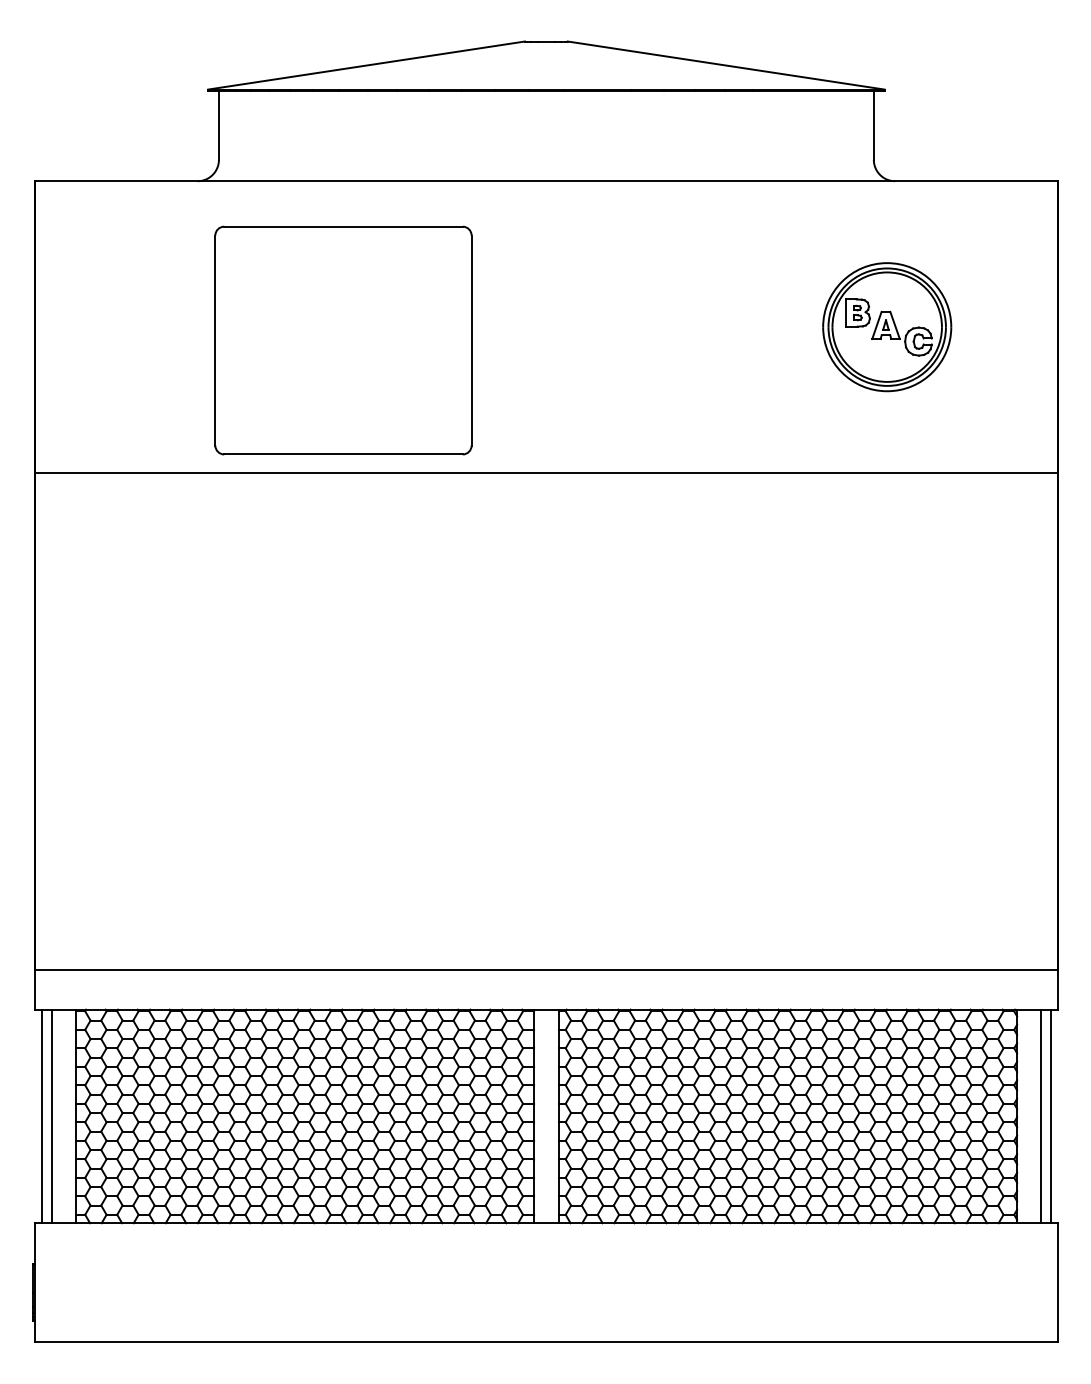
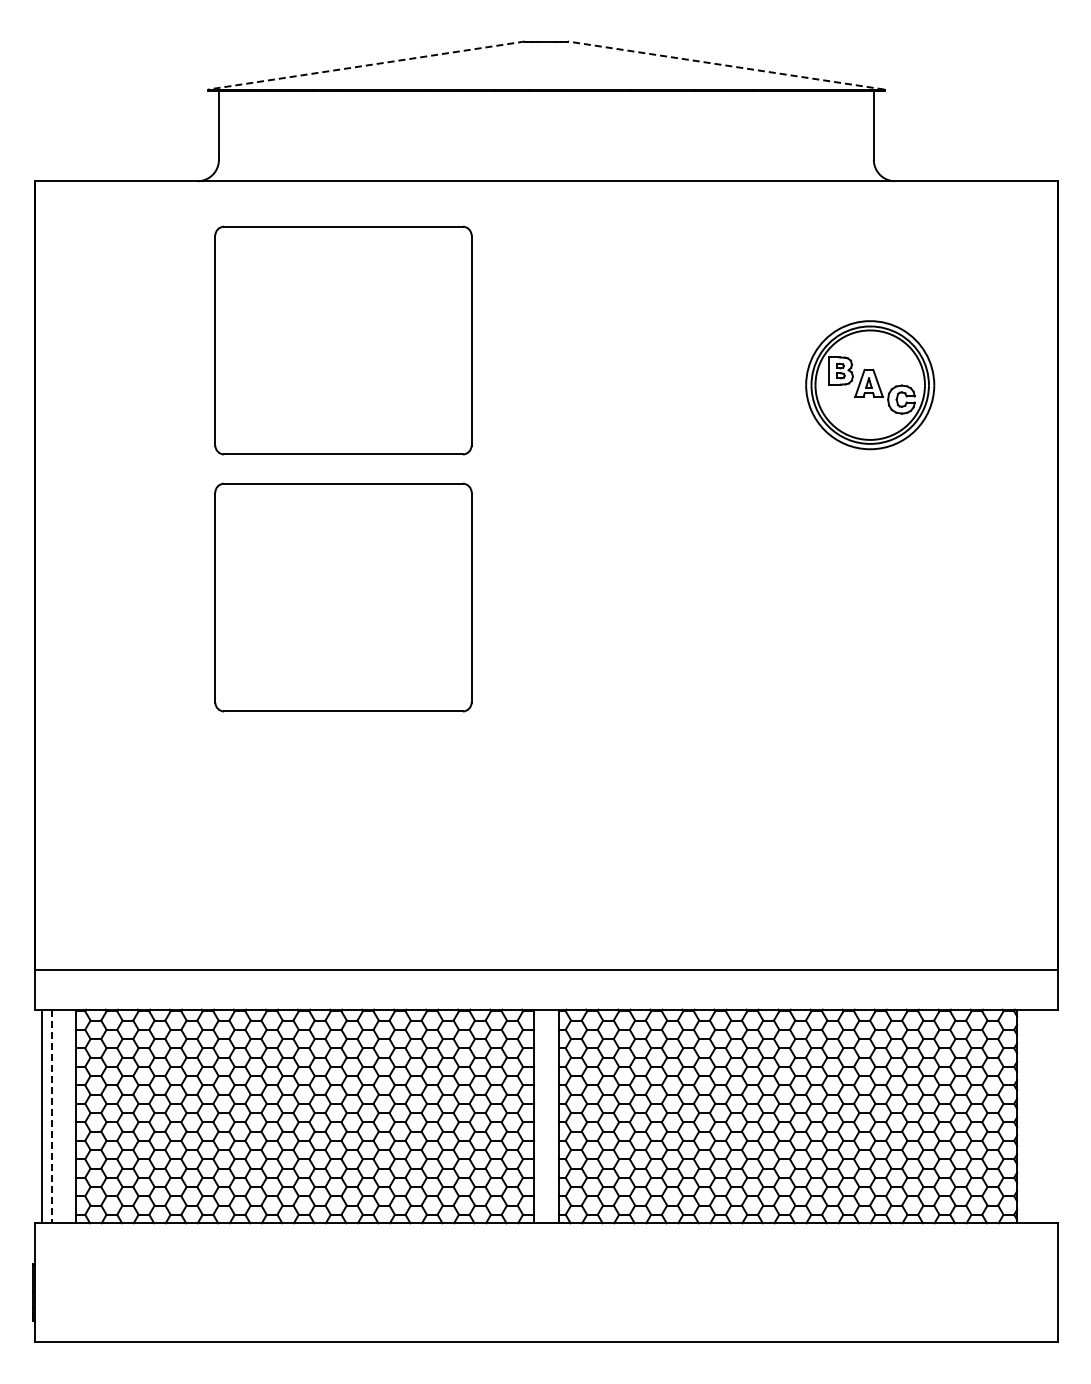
line at (366, 65): solid -> dashed
line at (725, 65): solid -> dashed
part at (887, 327) position: (887, 327) -> (870, 385)
line at (546, 473): present -> none
part at (343, 597): none -> present
line at (51, 1116): solid -> dashed
line at (1041, 1116): present -> none
line at (1050, 1116): present -> none
